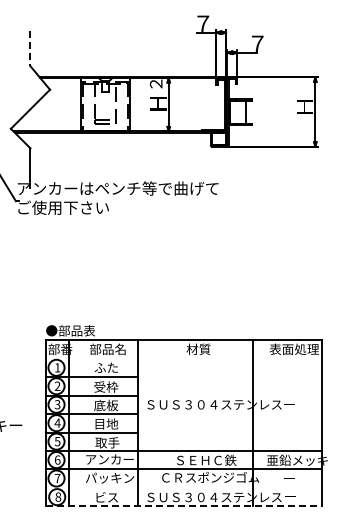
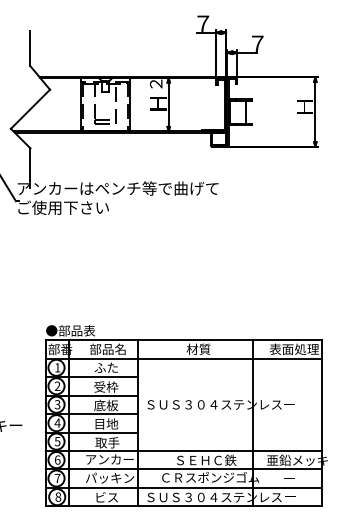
line at (30, 48): dashed -> solid
line at (183, 358): none -> present
line at (183, 487): none -> present
line at (184, 506): dashed -> solid
